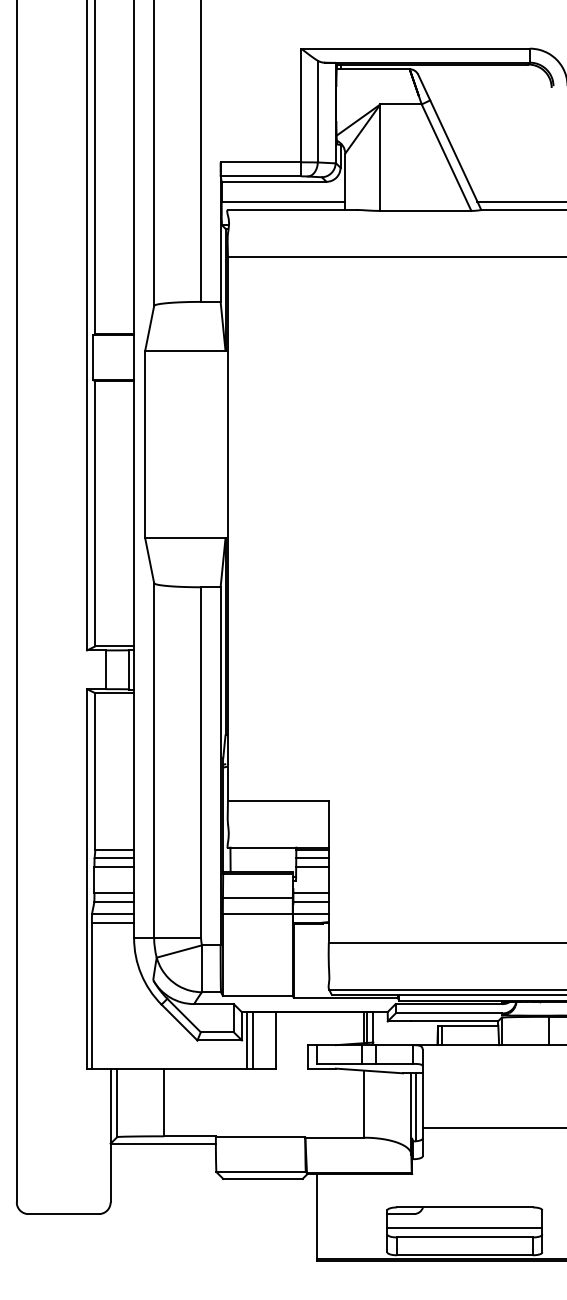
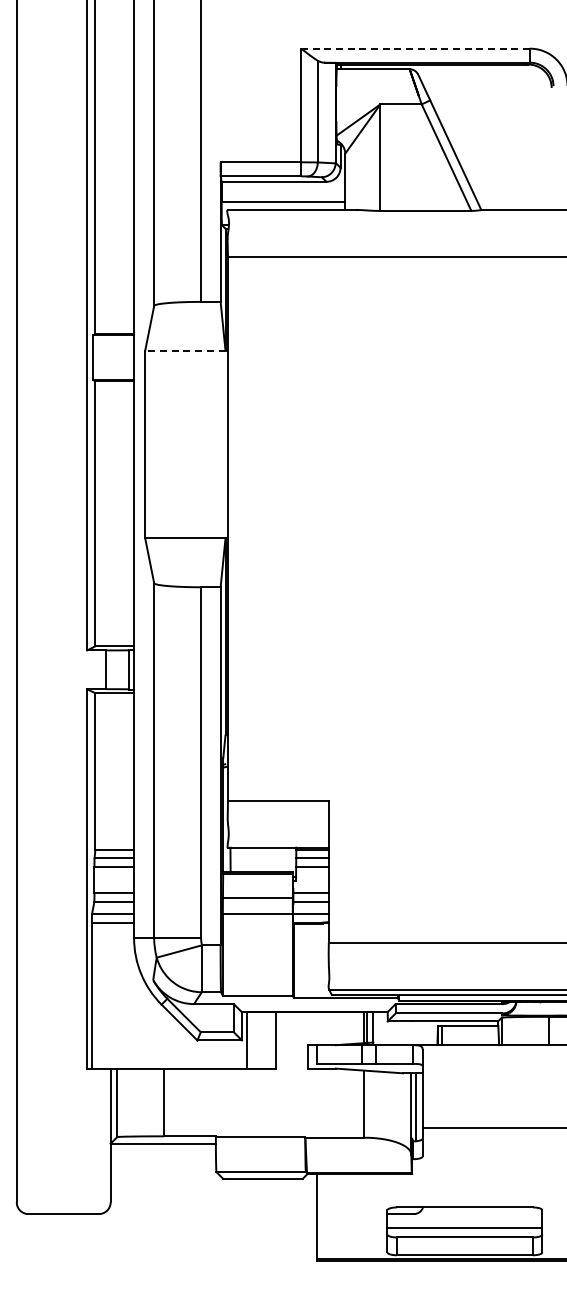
line at (415, 48): solid -> dashed
line at (520, 201): present -> none
line at (184, 350): solid -> dashed
line at (252, 1040): present -> none
